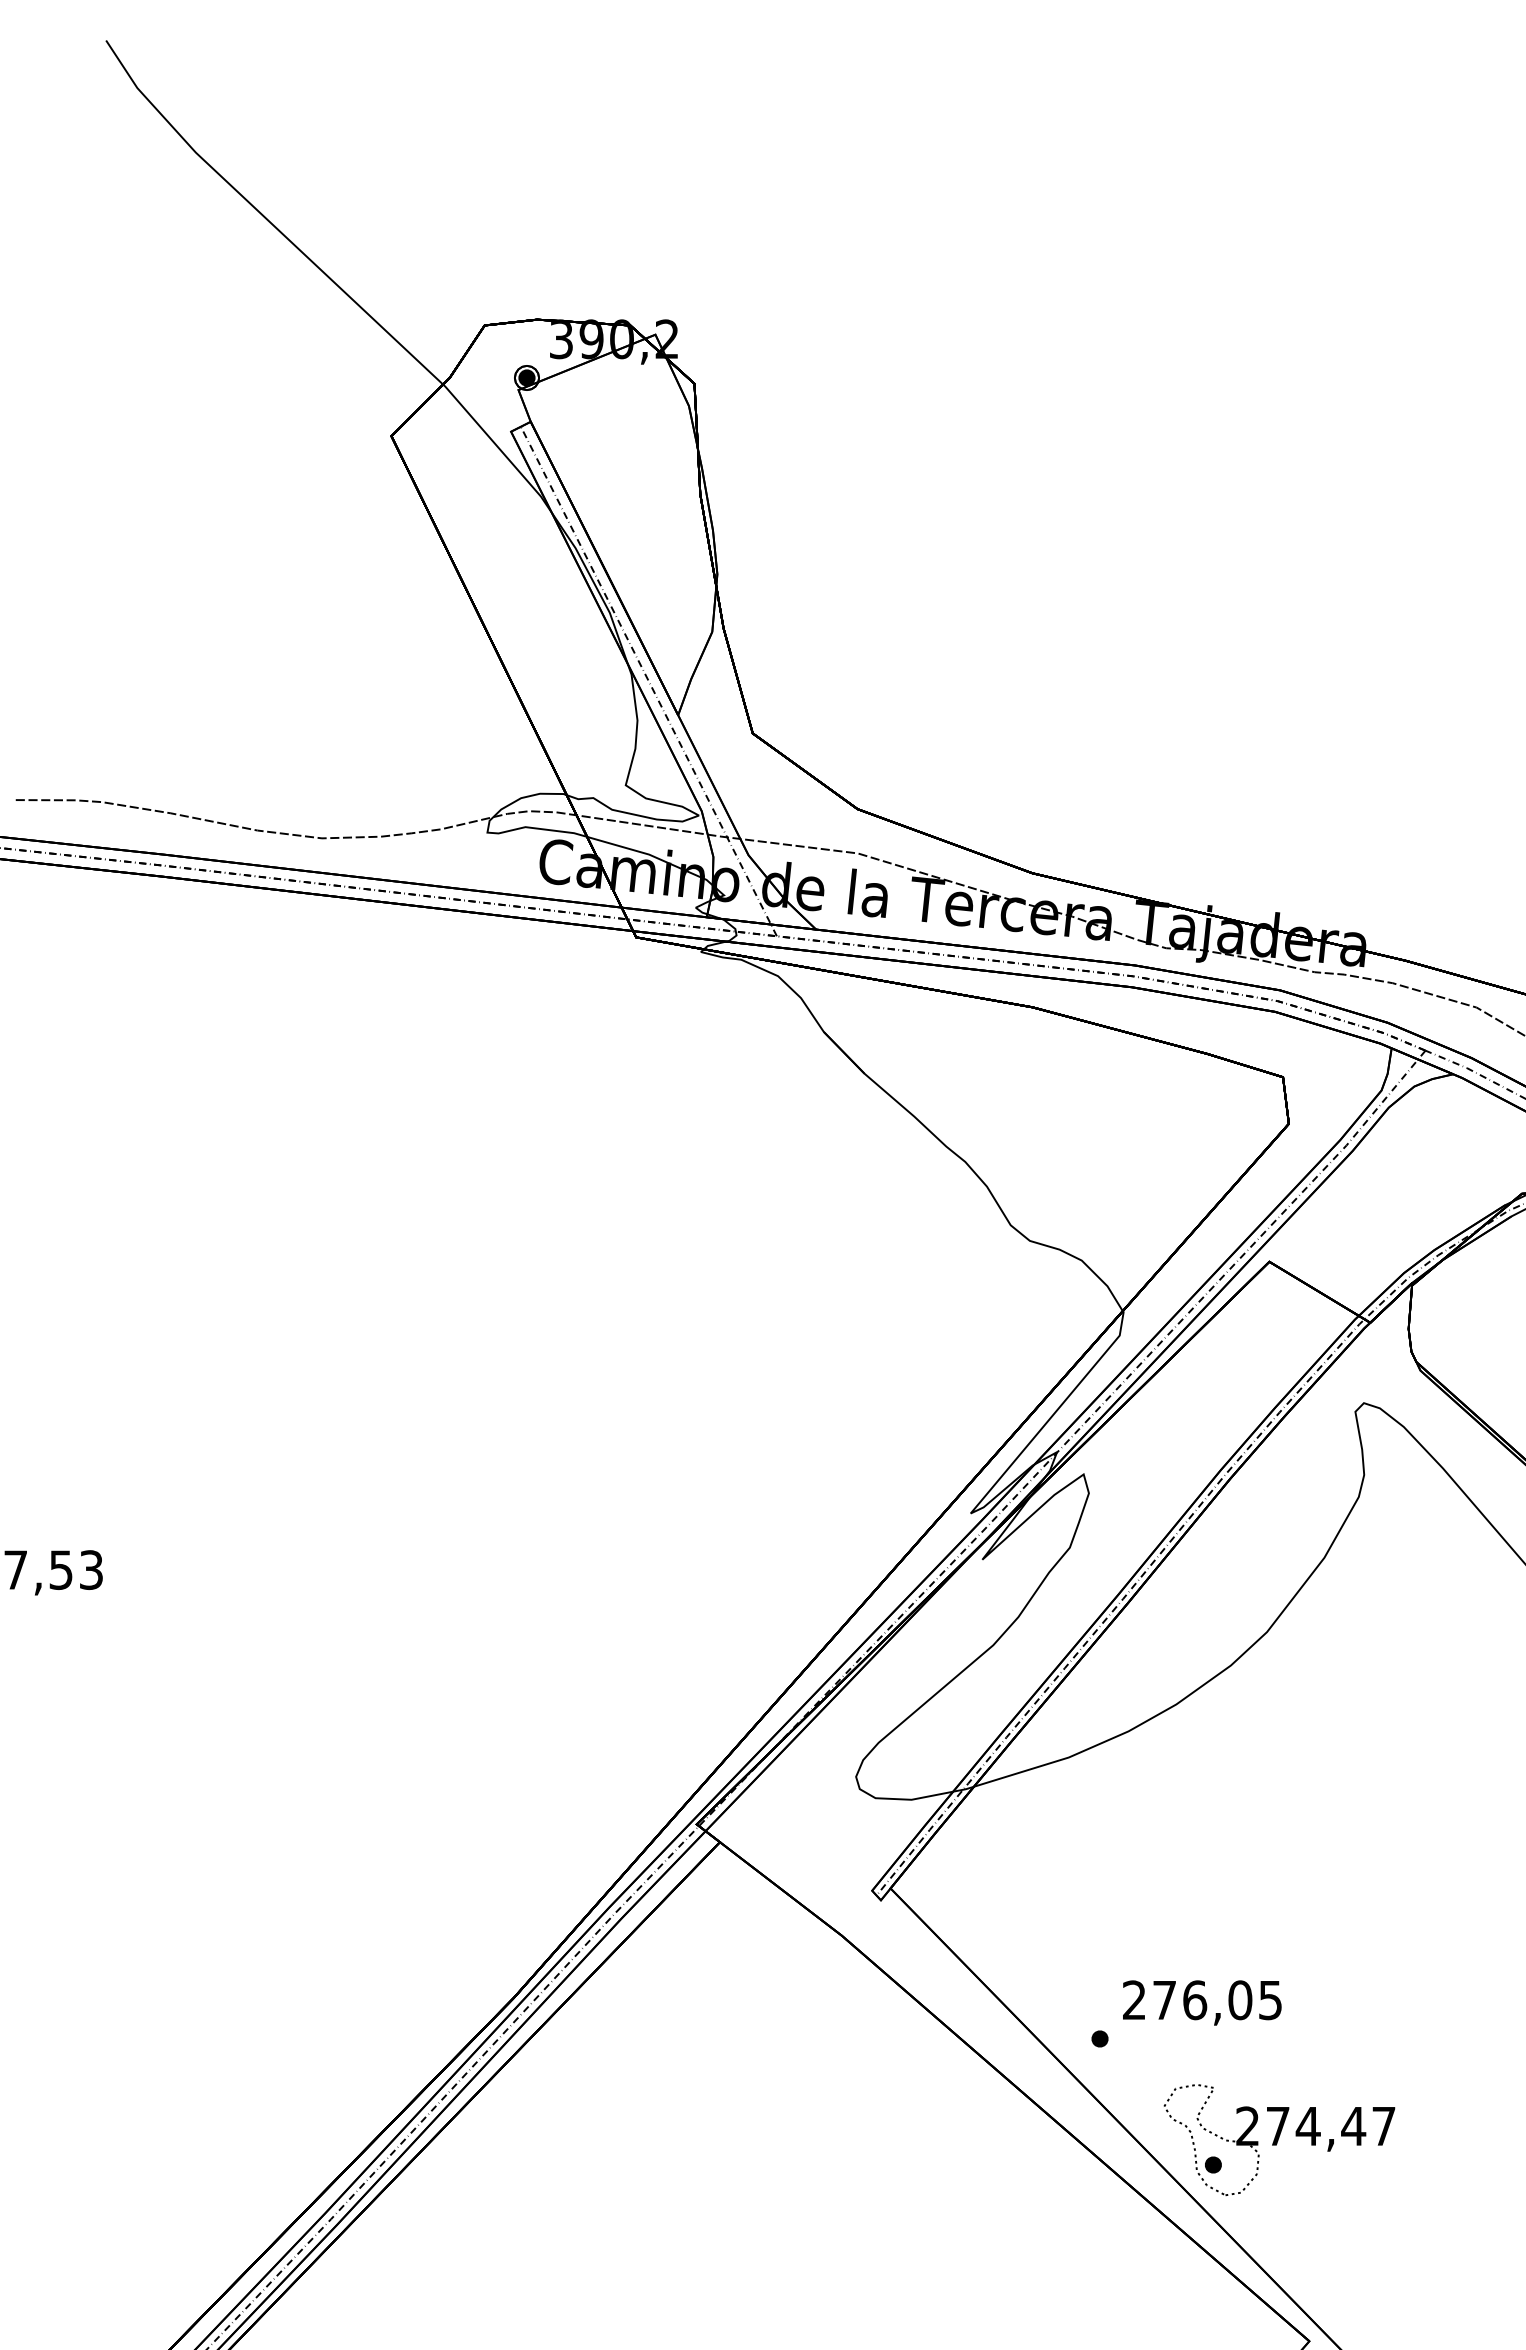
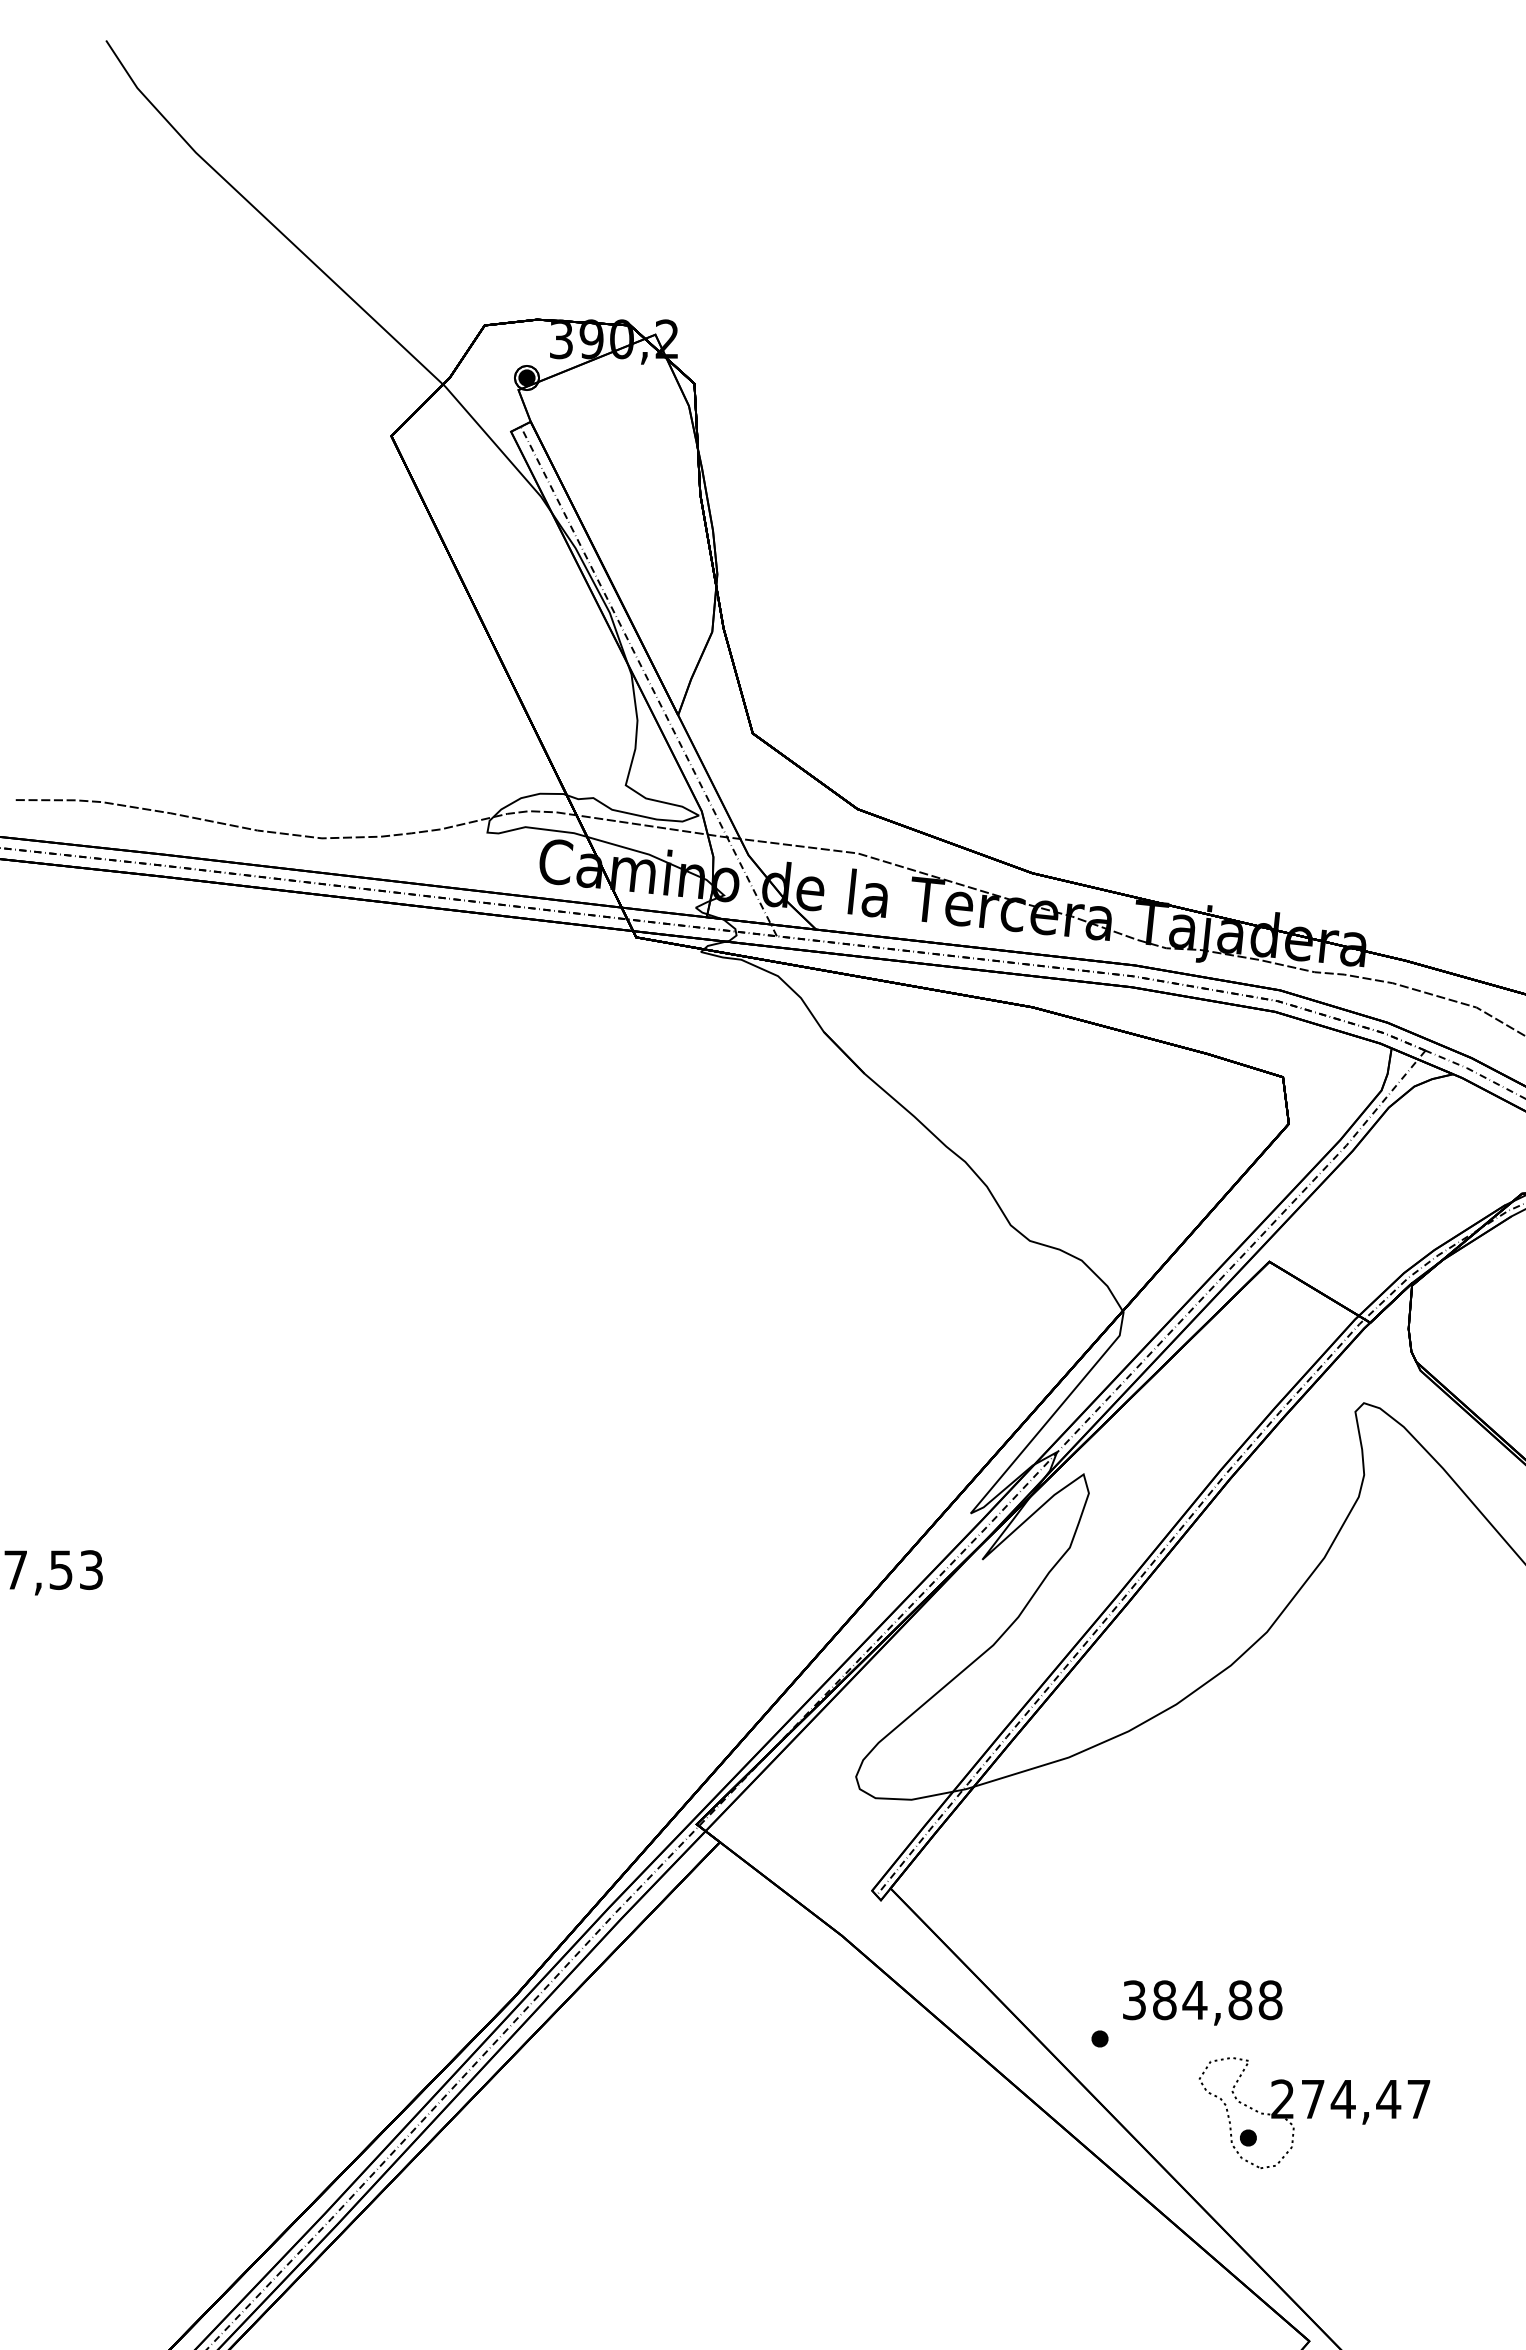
text at (1202, 2000): 276,05 -> 384,88
part at (1279, 2139) position: (1279, 2139) -> (1314, 2112)
